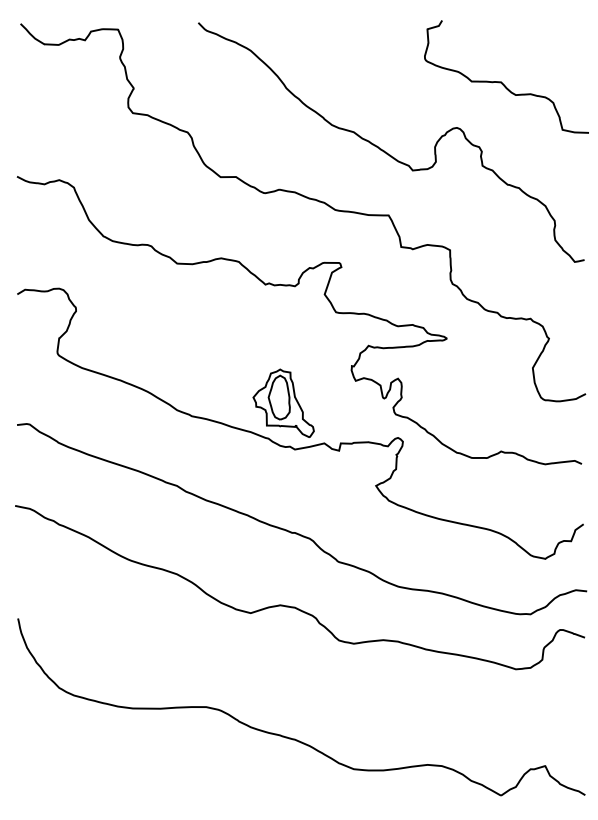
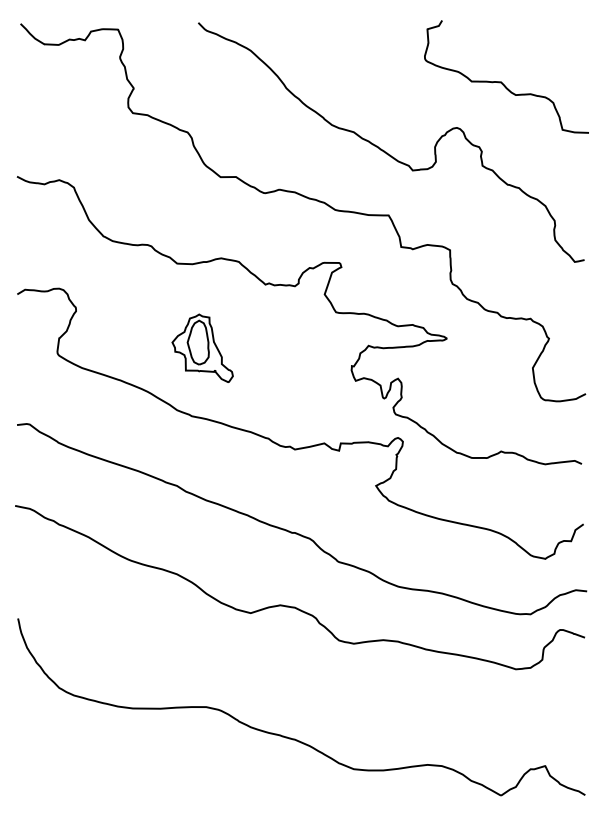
part at (283, 402) position: (283, 402) -> (202, 347)
